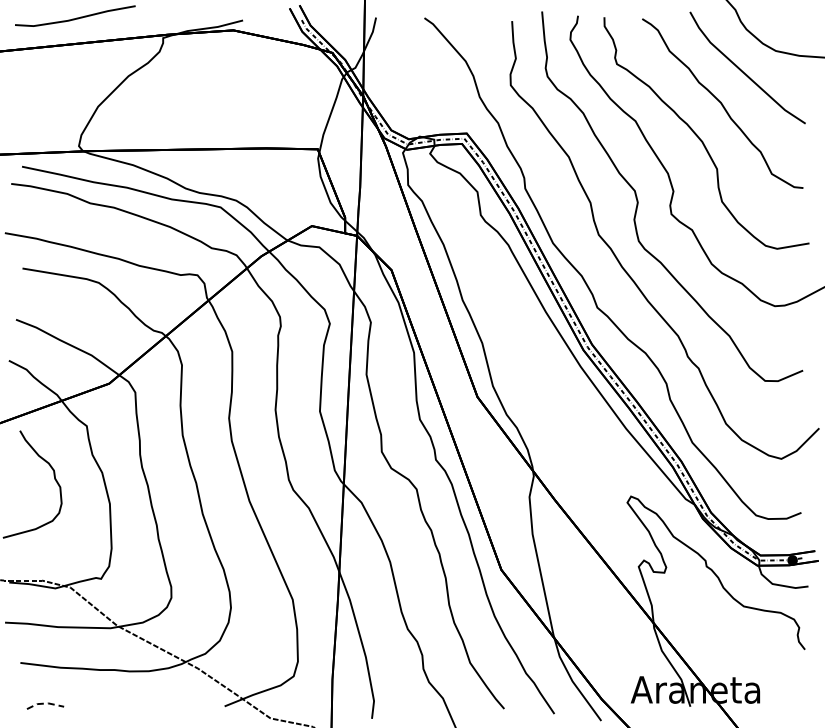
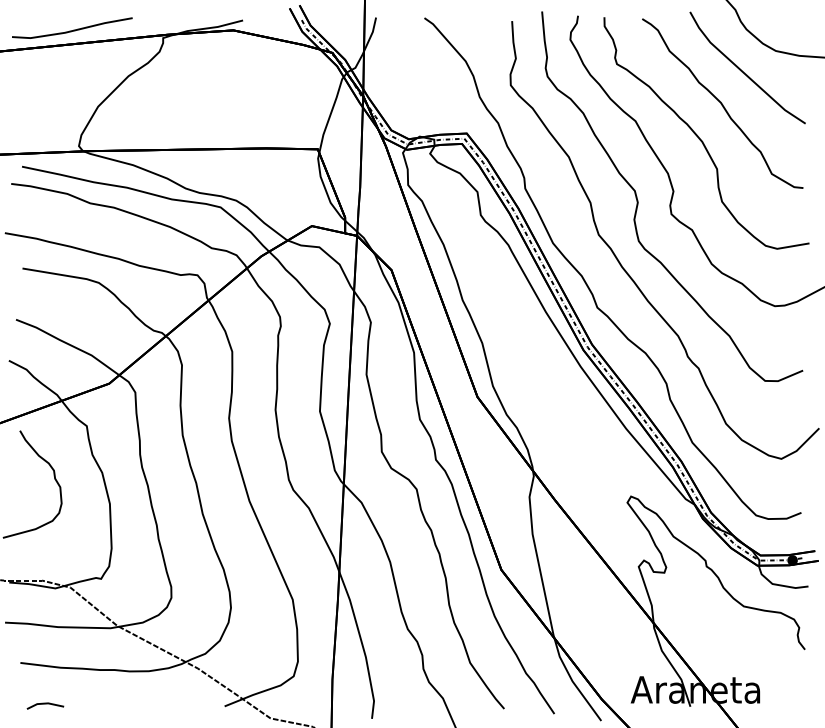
line at (76, 17) position: (76, 17) -> (73, 29)
line at (45, 703): dashed -> solid
